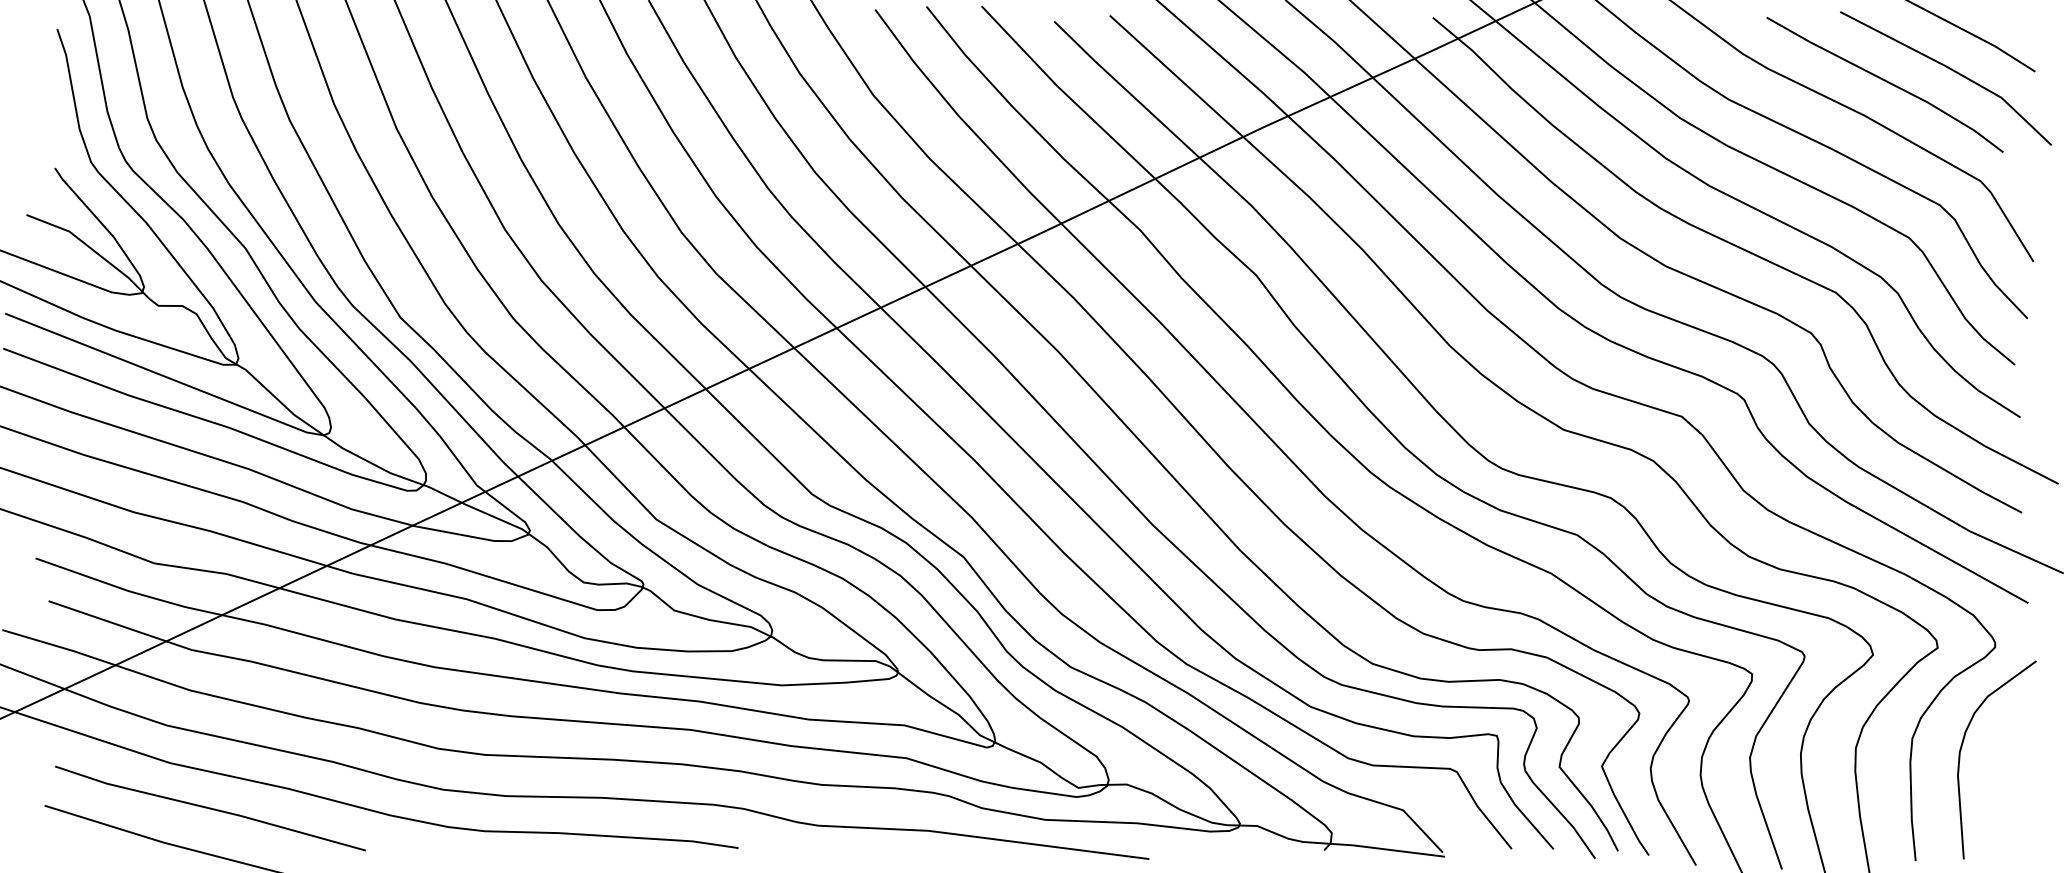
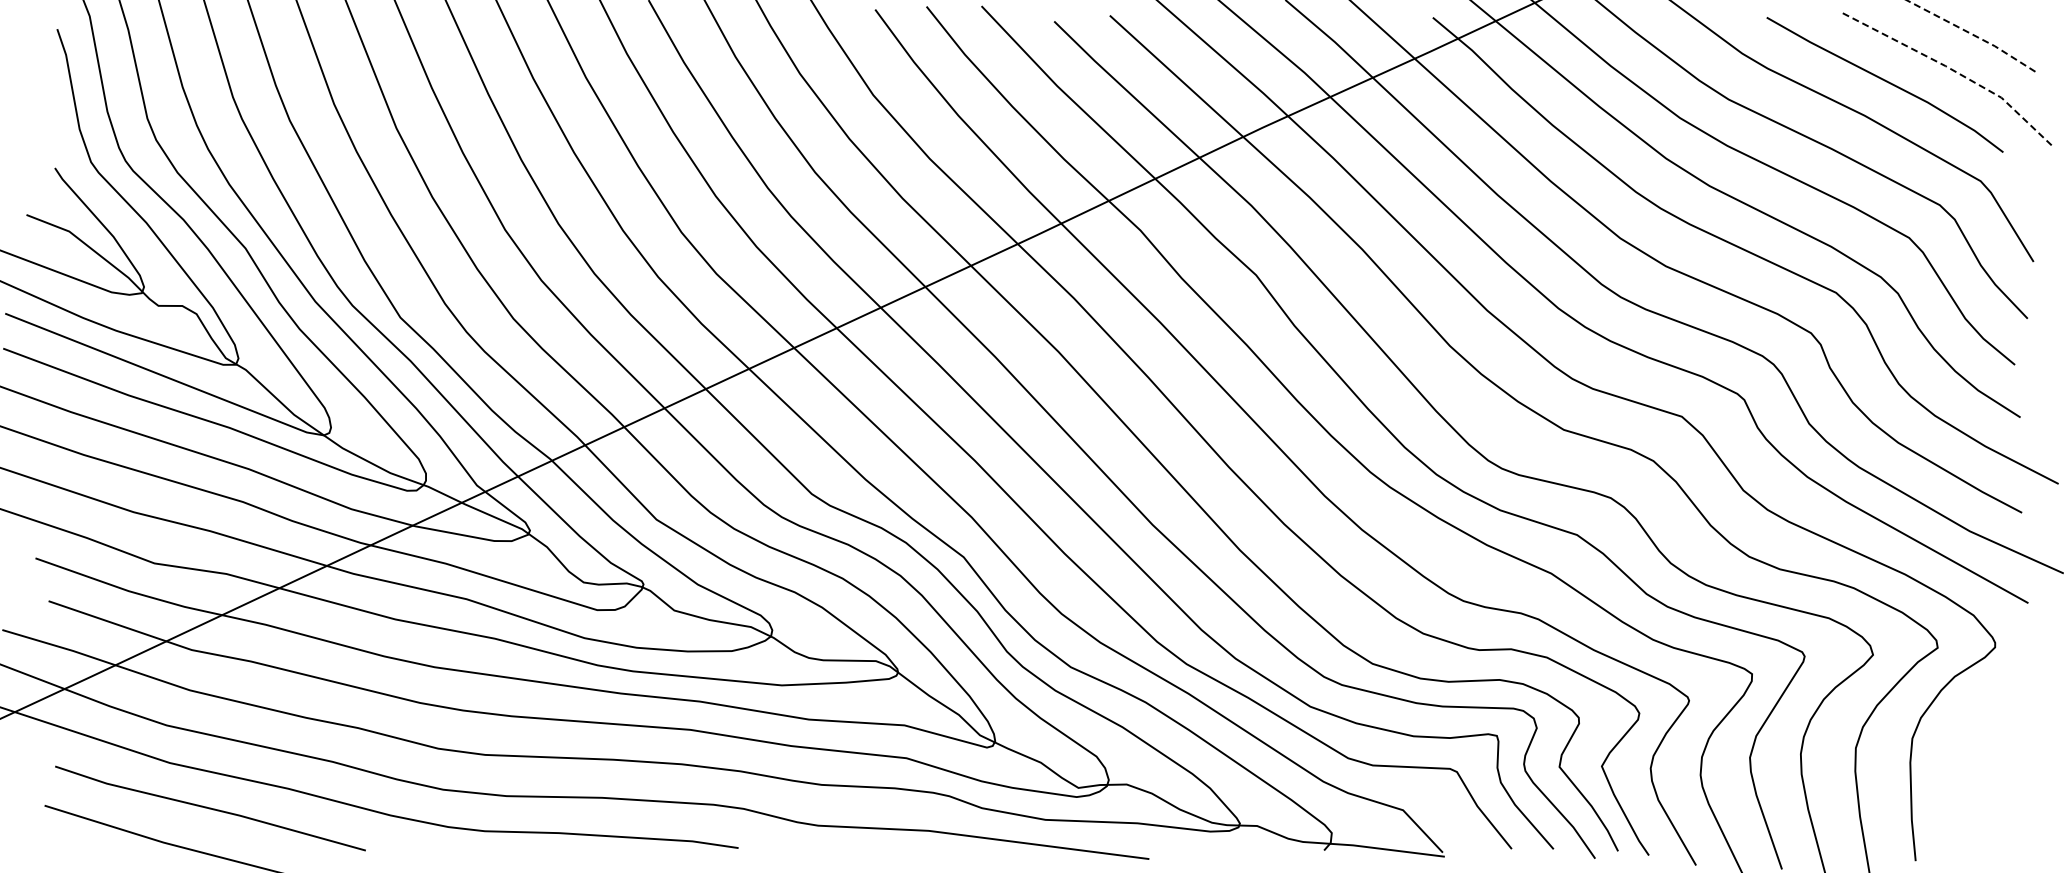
line at (1971, 34): solid -> dashed
line at (1952, 70): solid -> dashed
curve at (1960, 759): present -> none
